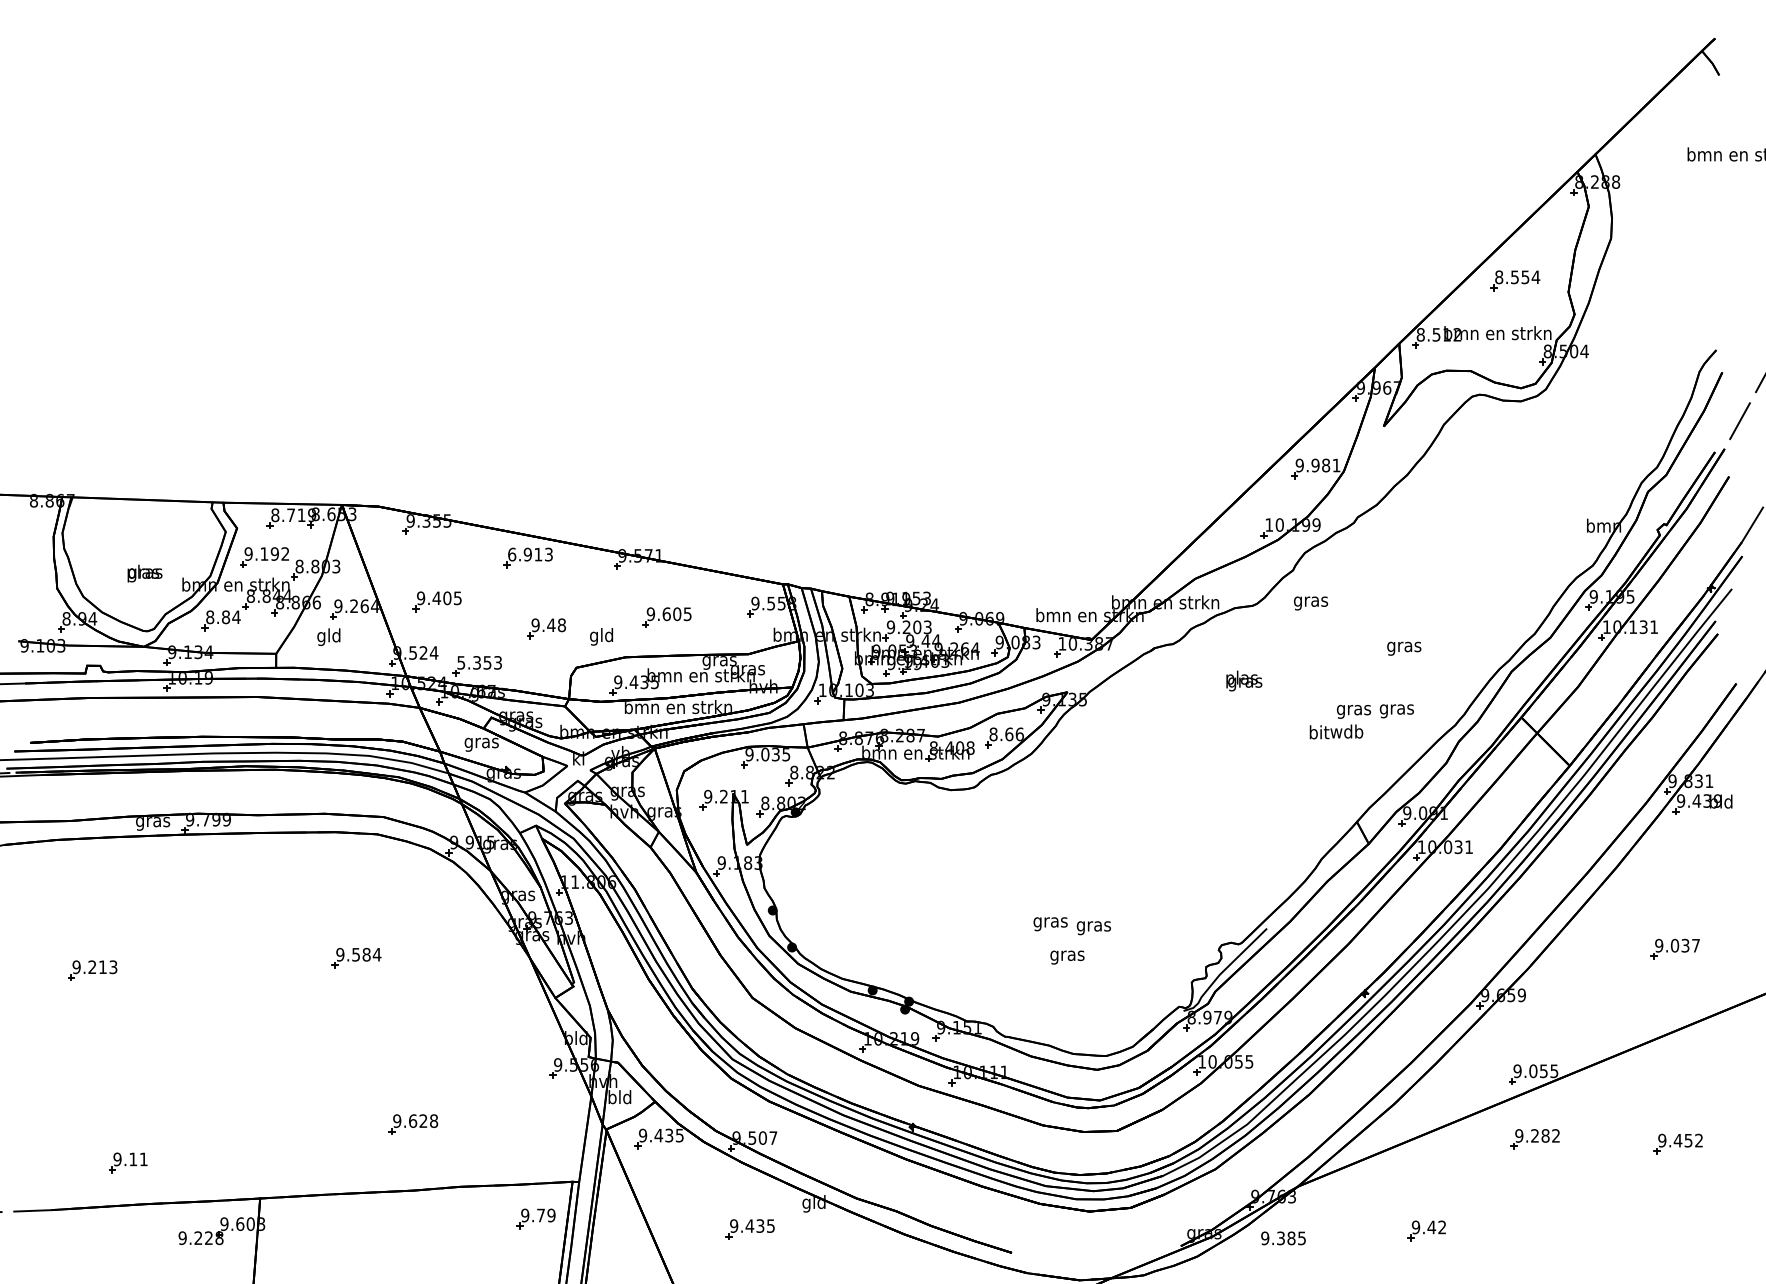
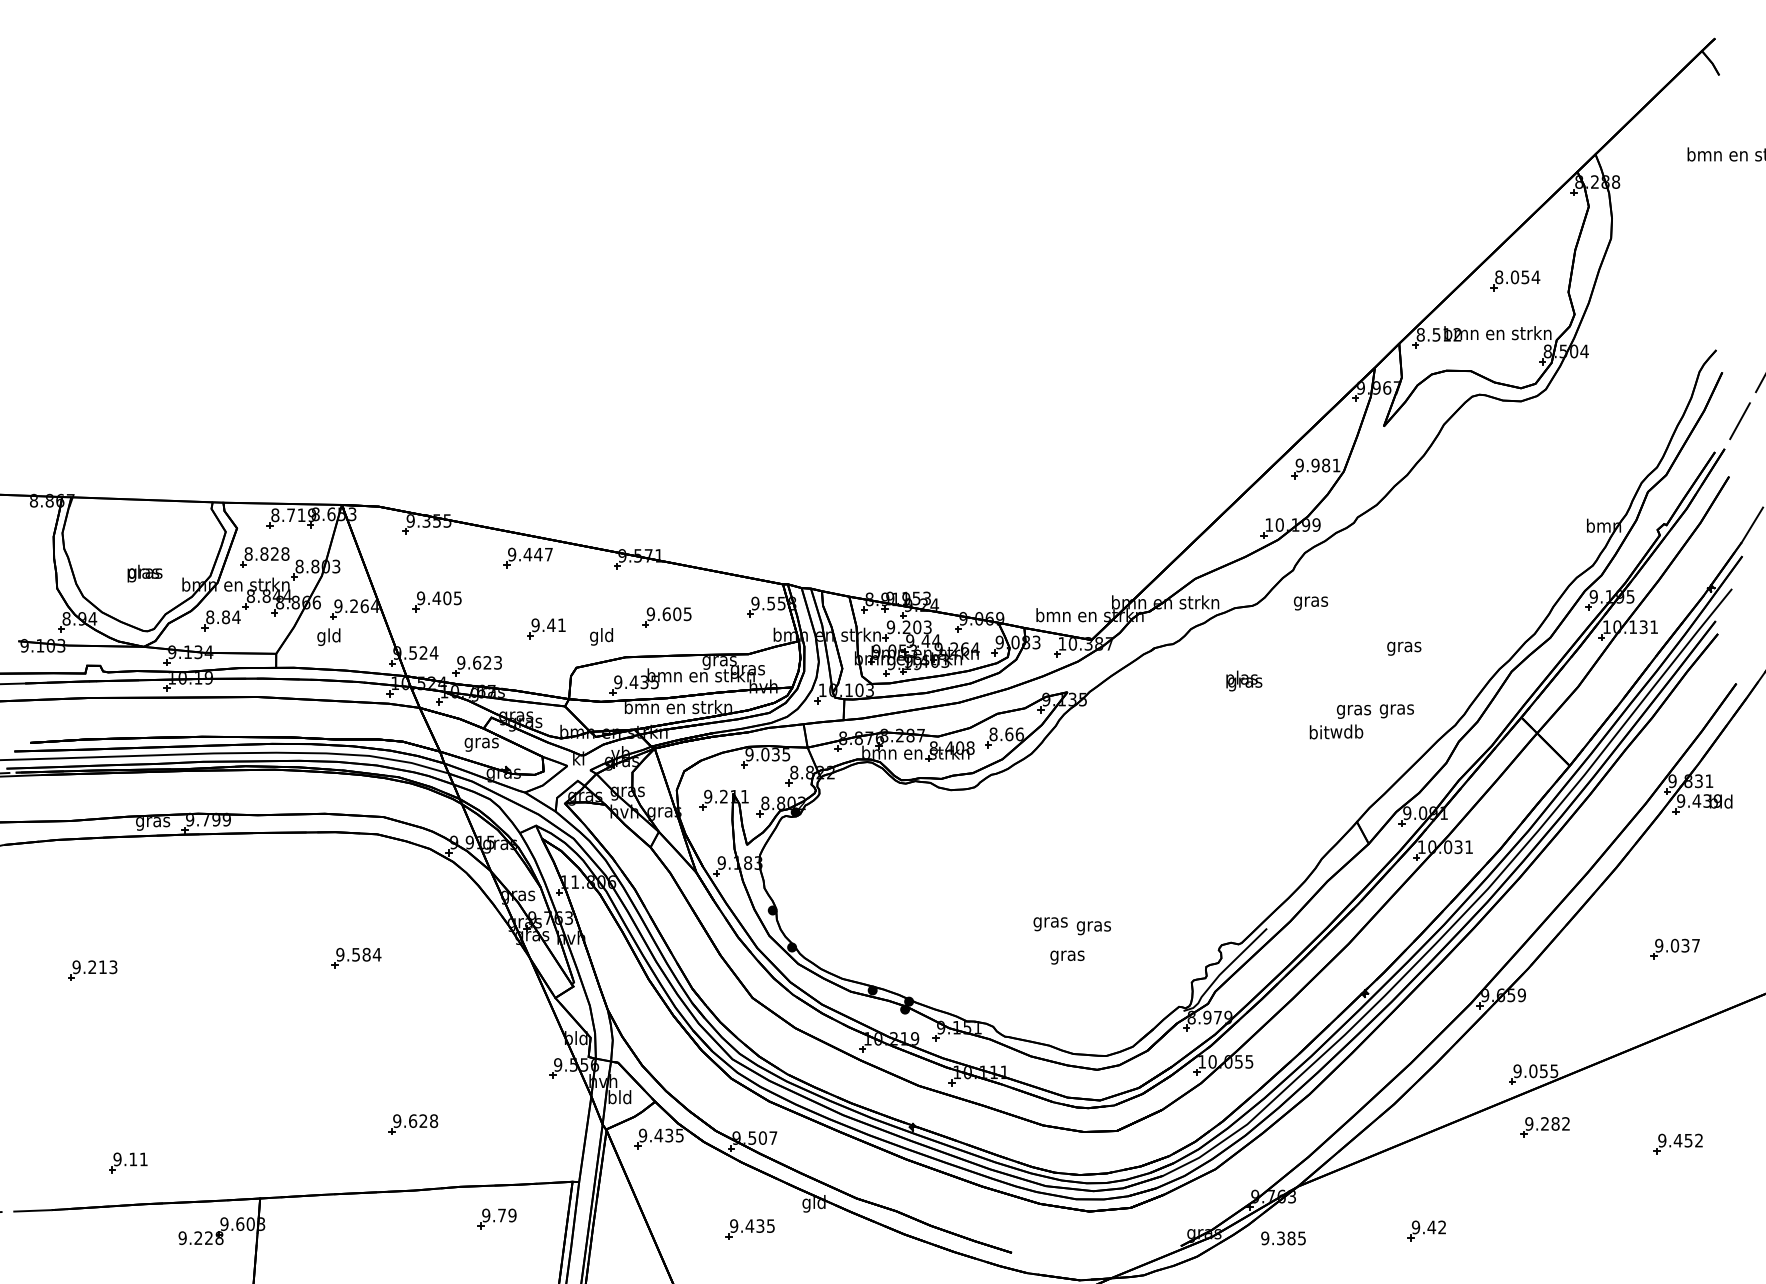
text at (1514, 277): 8.554 -> 8.054
text at (266, 553): 9.192 -> 8.828
text at (530, 554): 6.913 -> 9.447
text at (561, 625): 9.48 -> 9.41
text at (474, 662): 5.353 -> 9.623
part at (1534, 1139) position: (1534, 1139) -> (1544, 1127)
part at (535, 1218) position: (535, 1218) -> (496, 1218)
